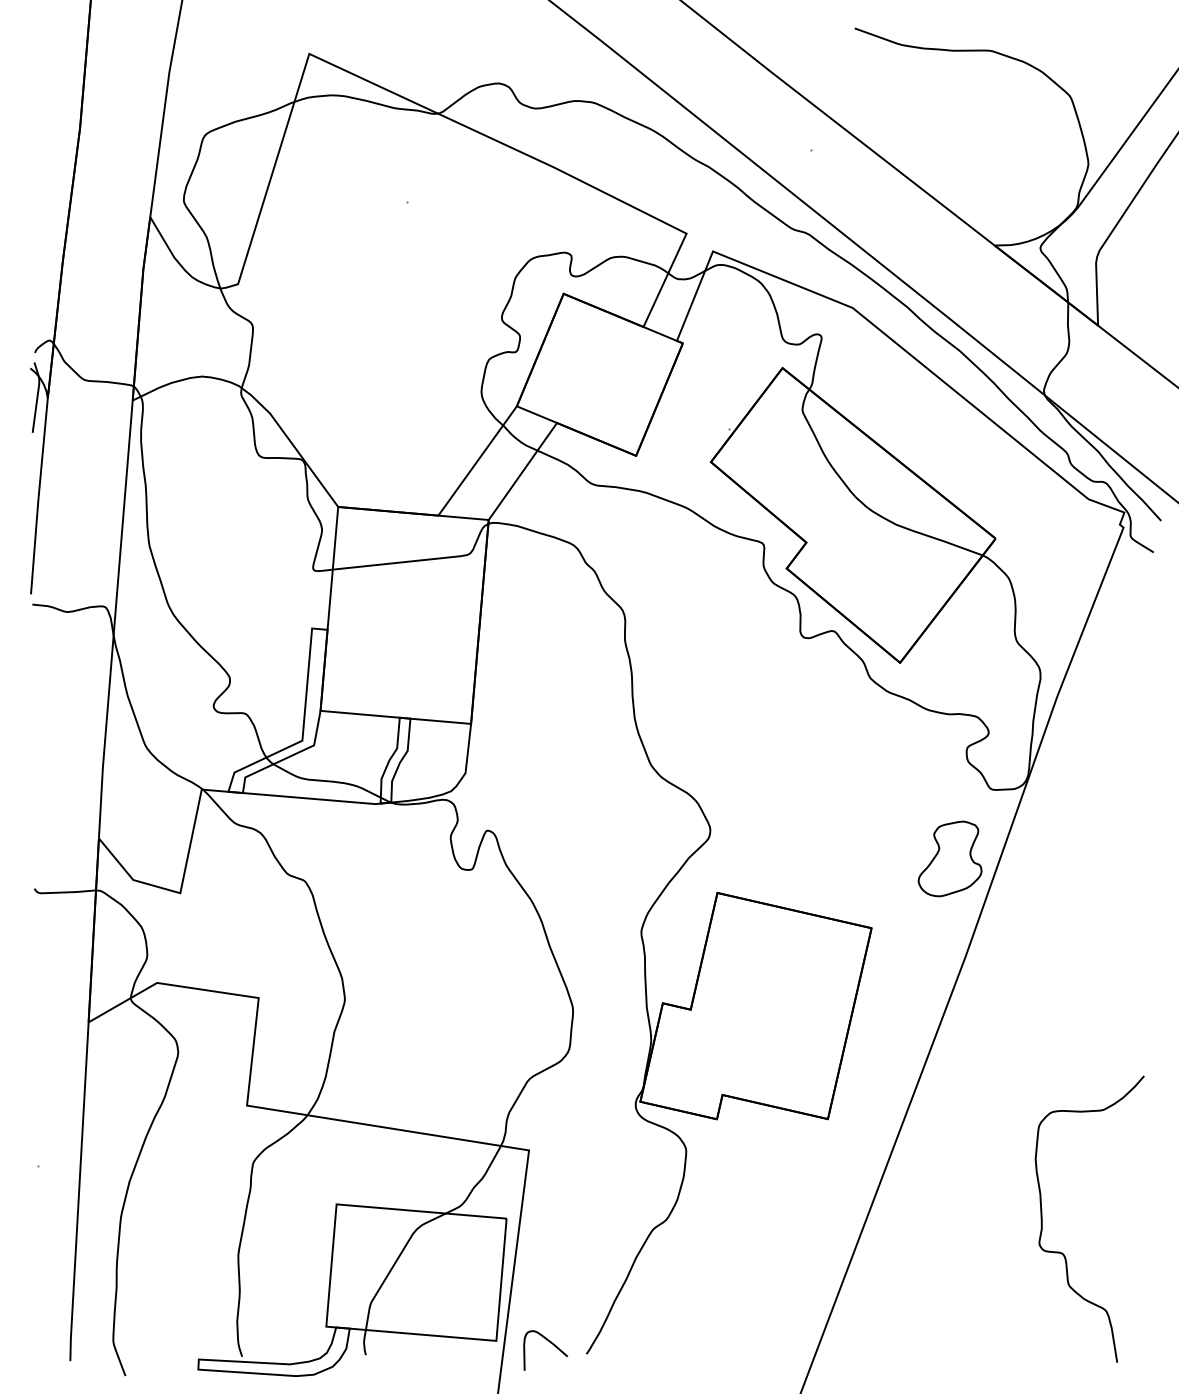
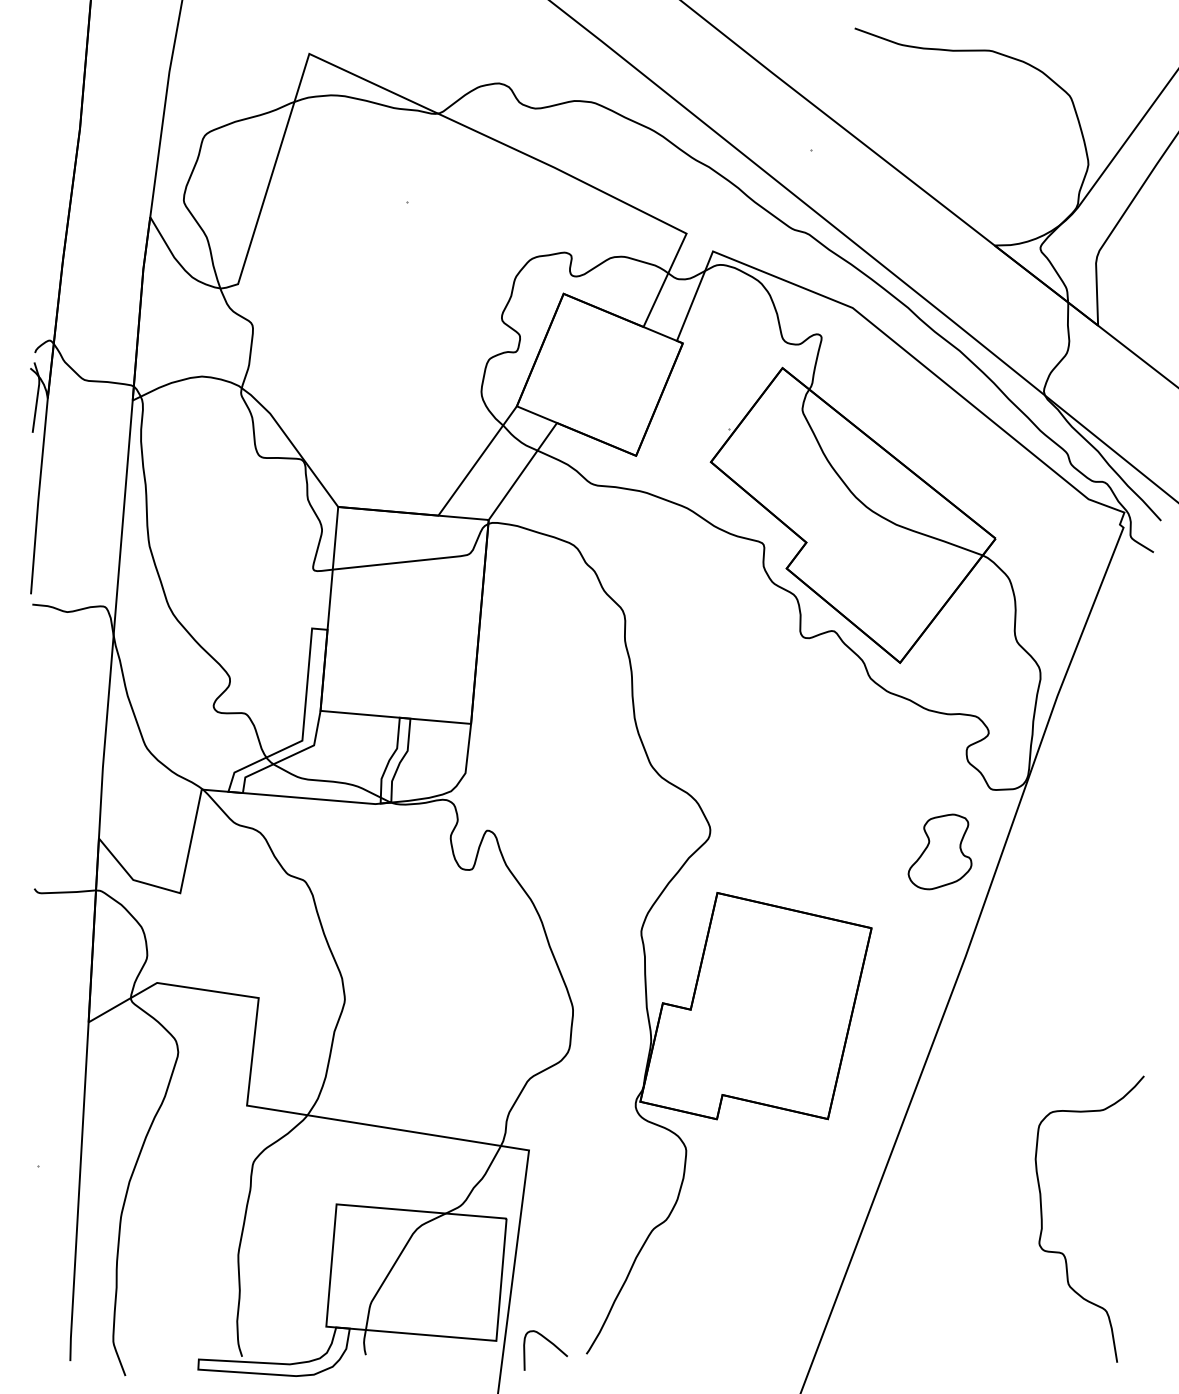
part at (949, 858) position: (949, 858) -> (939, 851)
